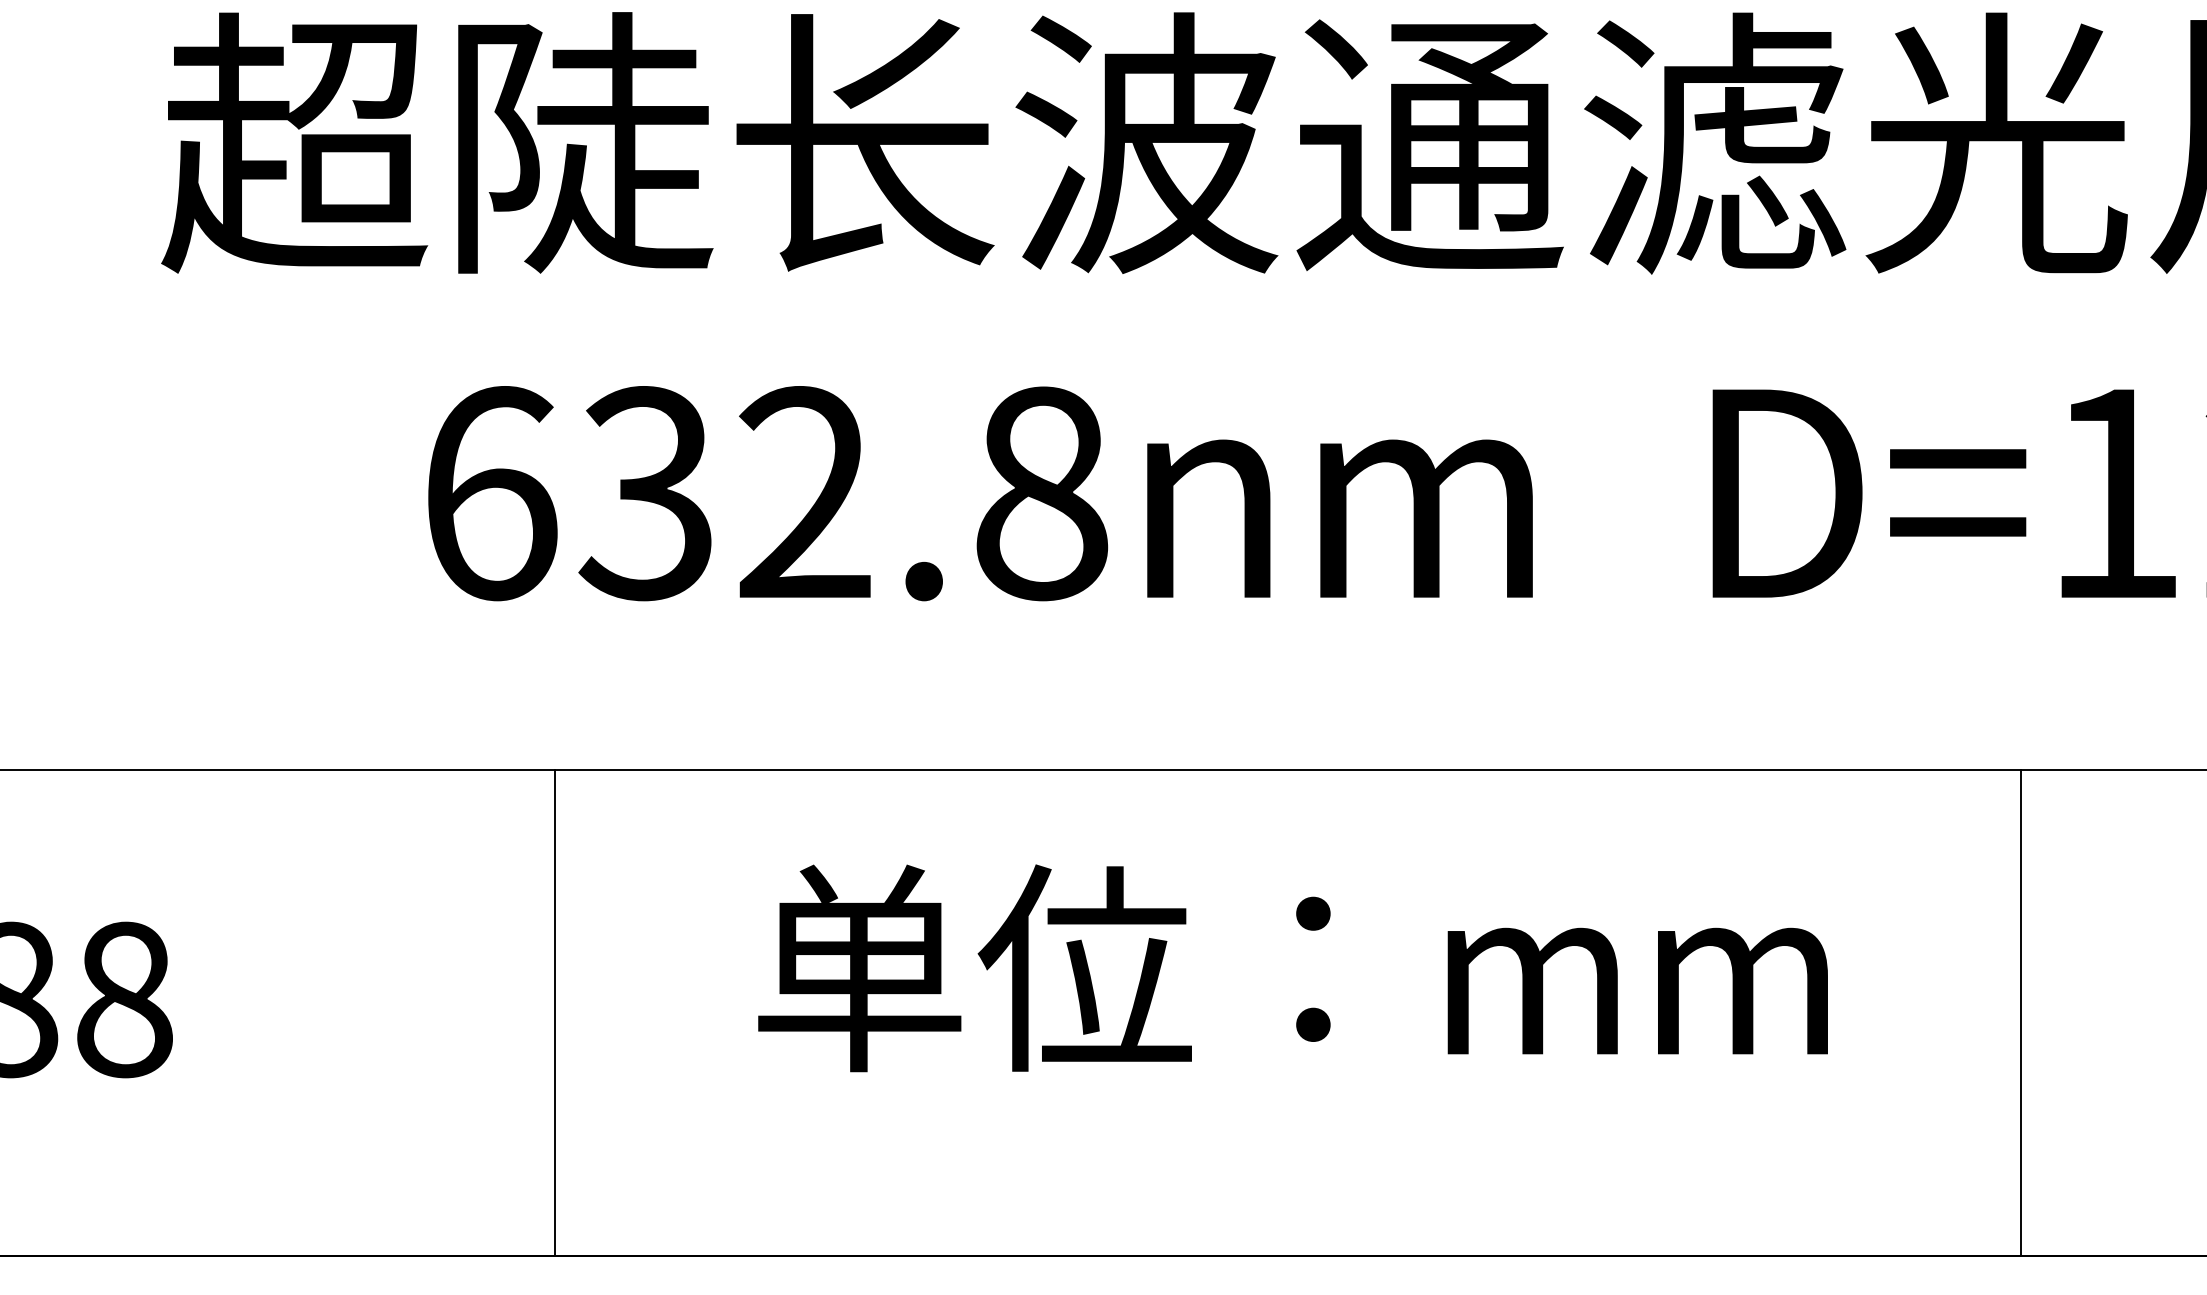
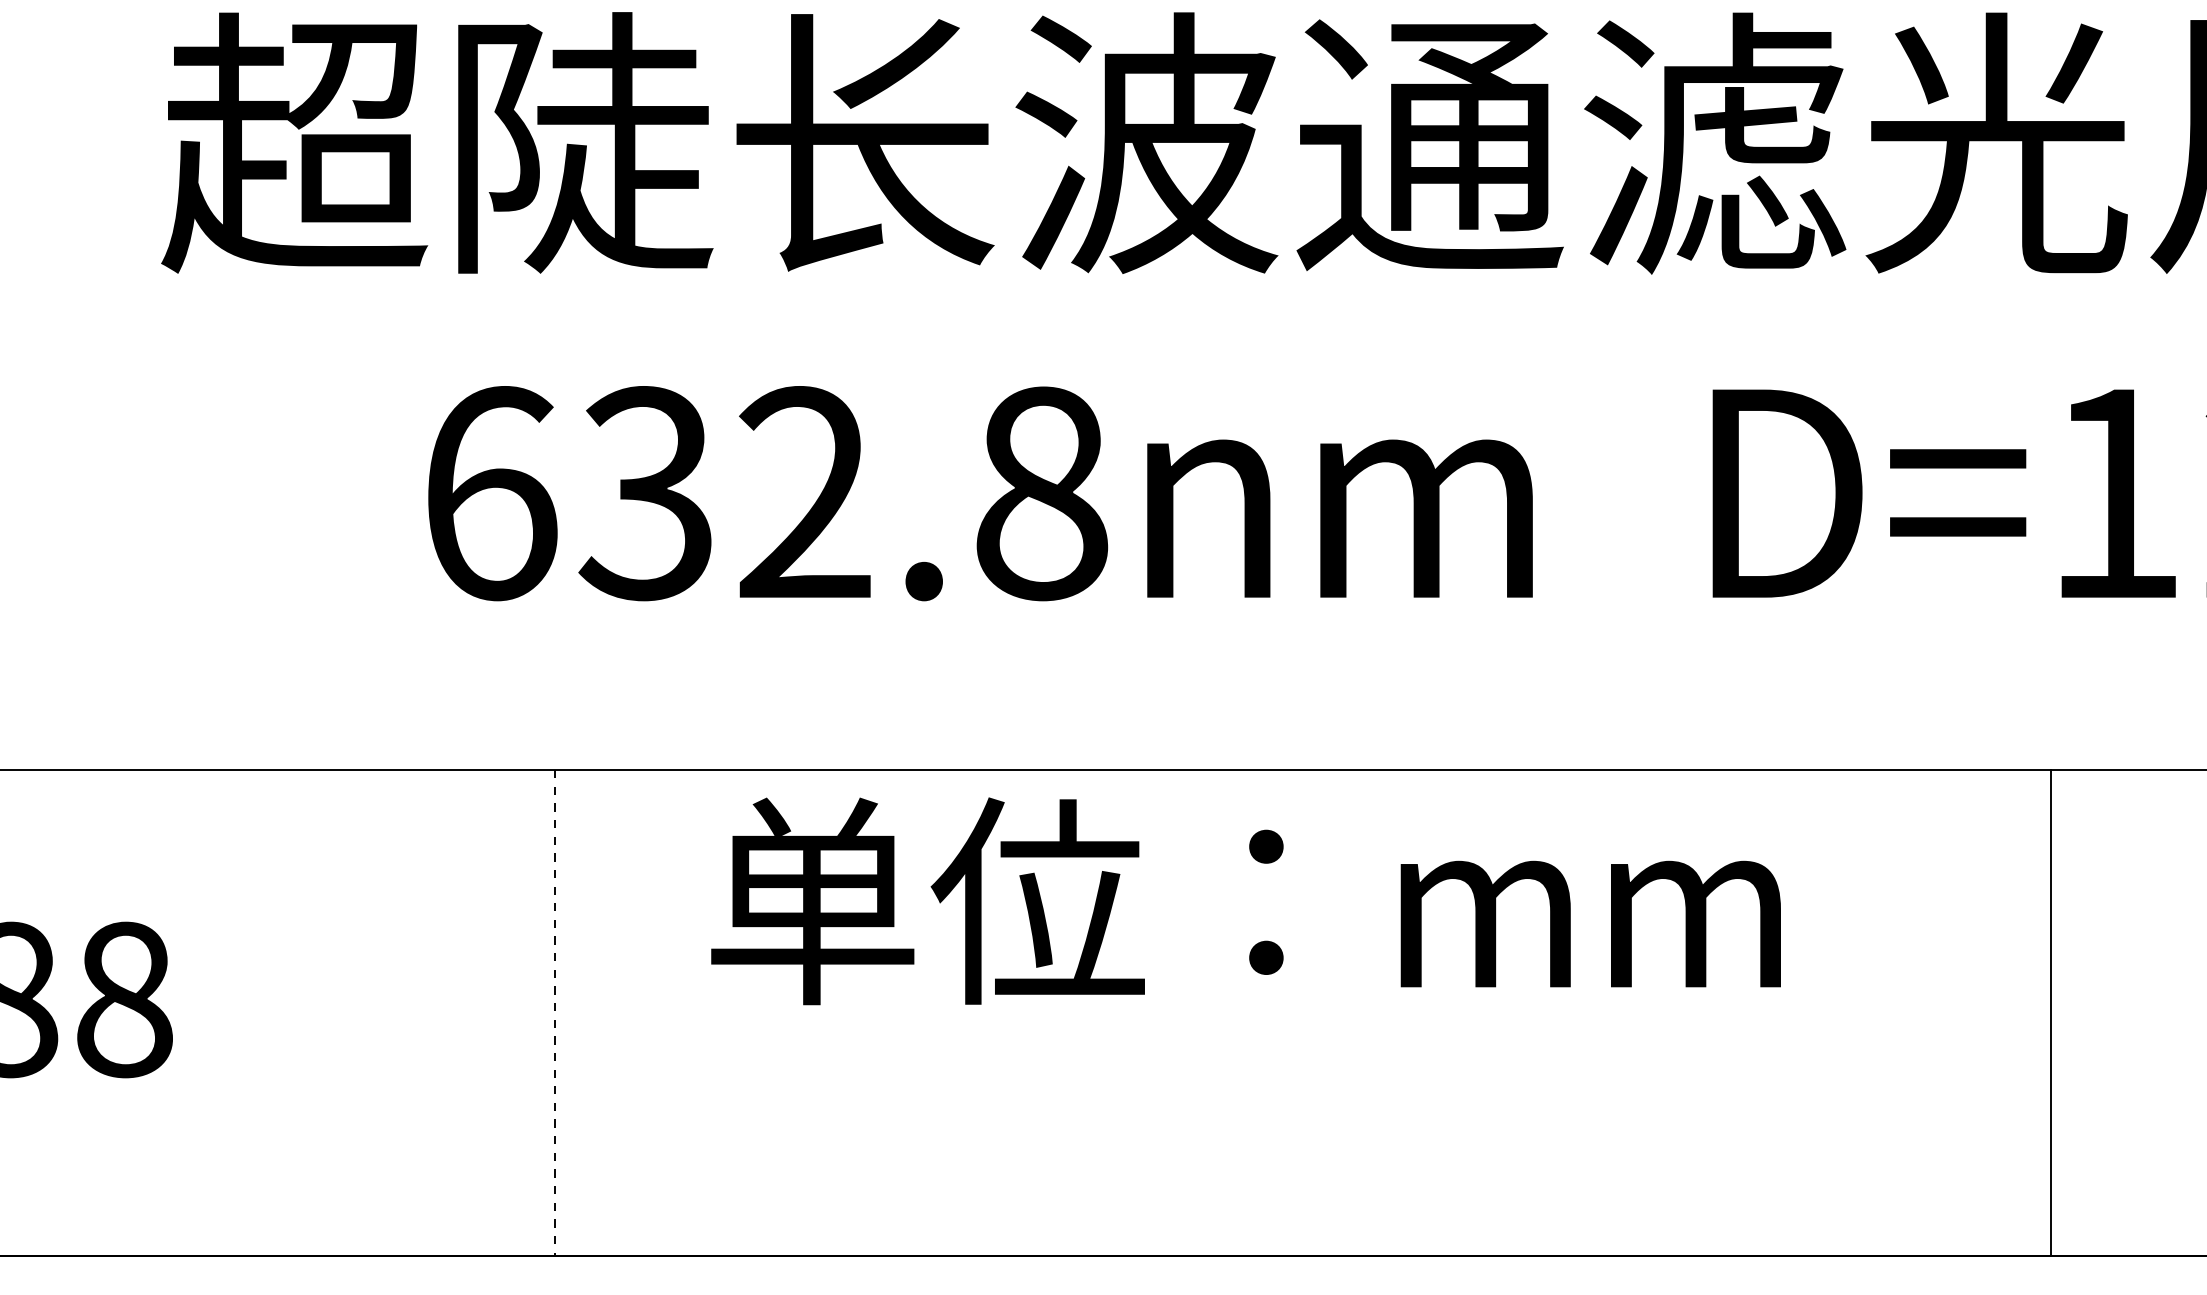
text at (1292, 968) position: (1292, 968) -> (1245, 901)
line at (2021, 1012) position: (2021, 1012) -> (2051, 1012)
line at (554, 1013): solid -> dashed
